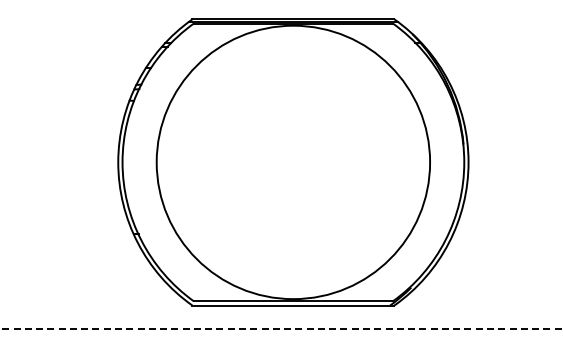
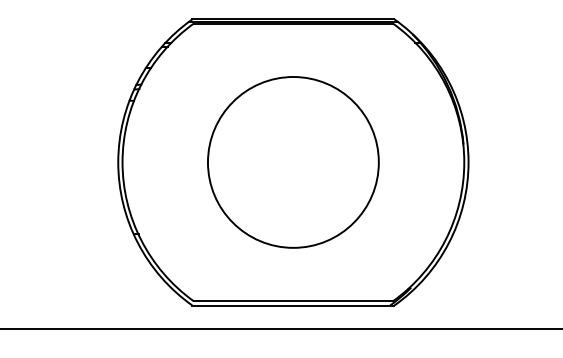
circle at (293, 162) diameter: 273 px -> 171 px
line at (281, 329): dashed -> solid
